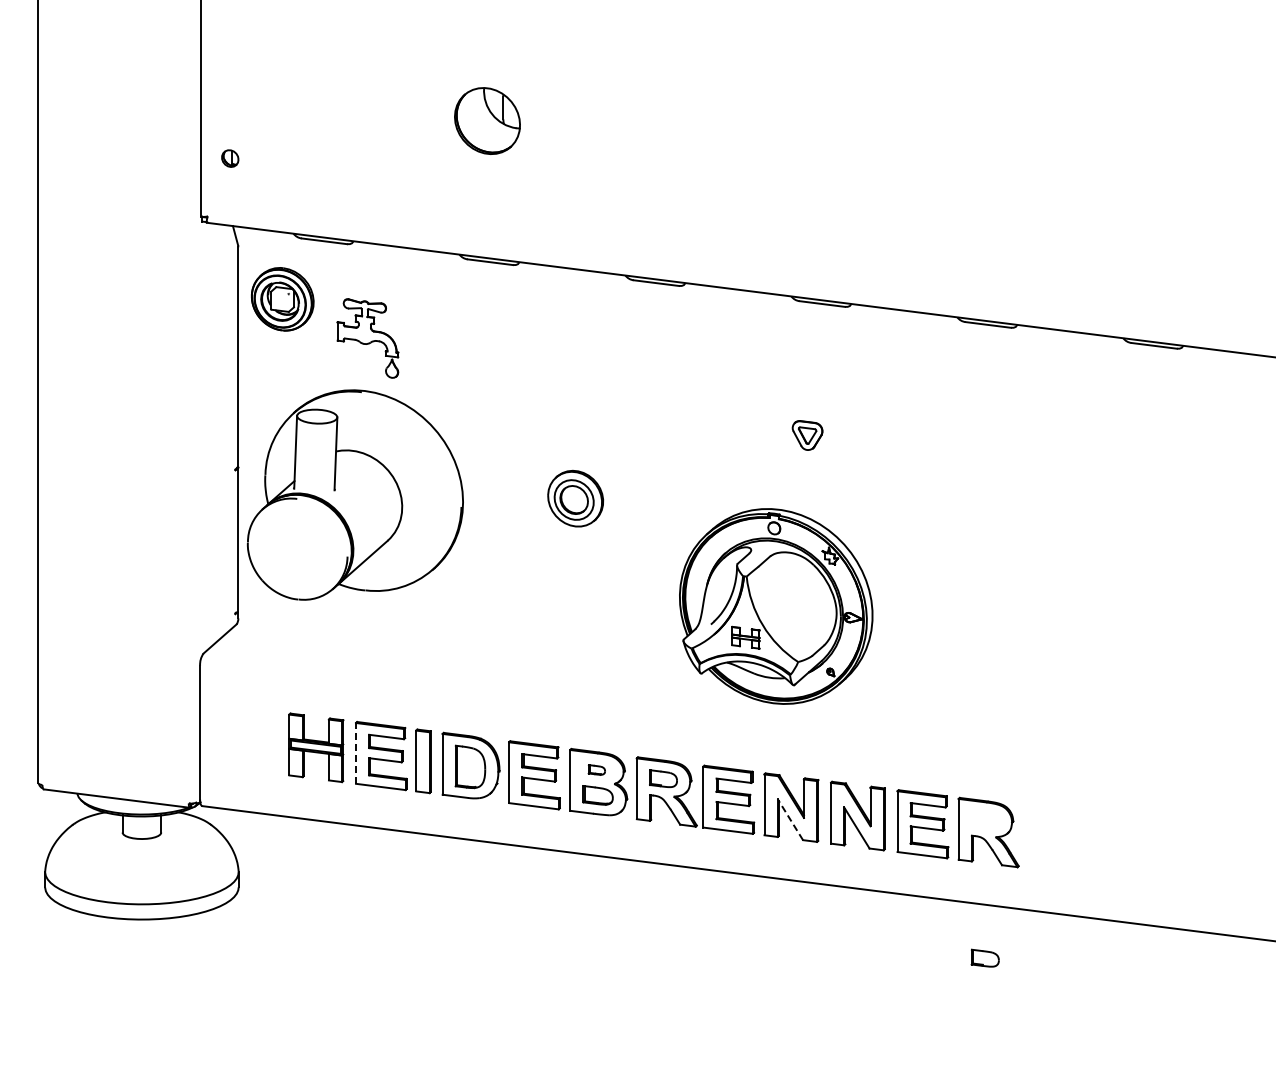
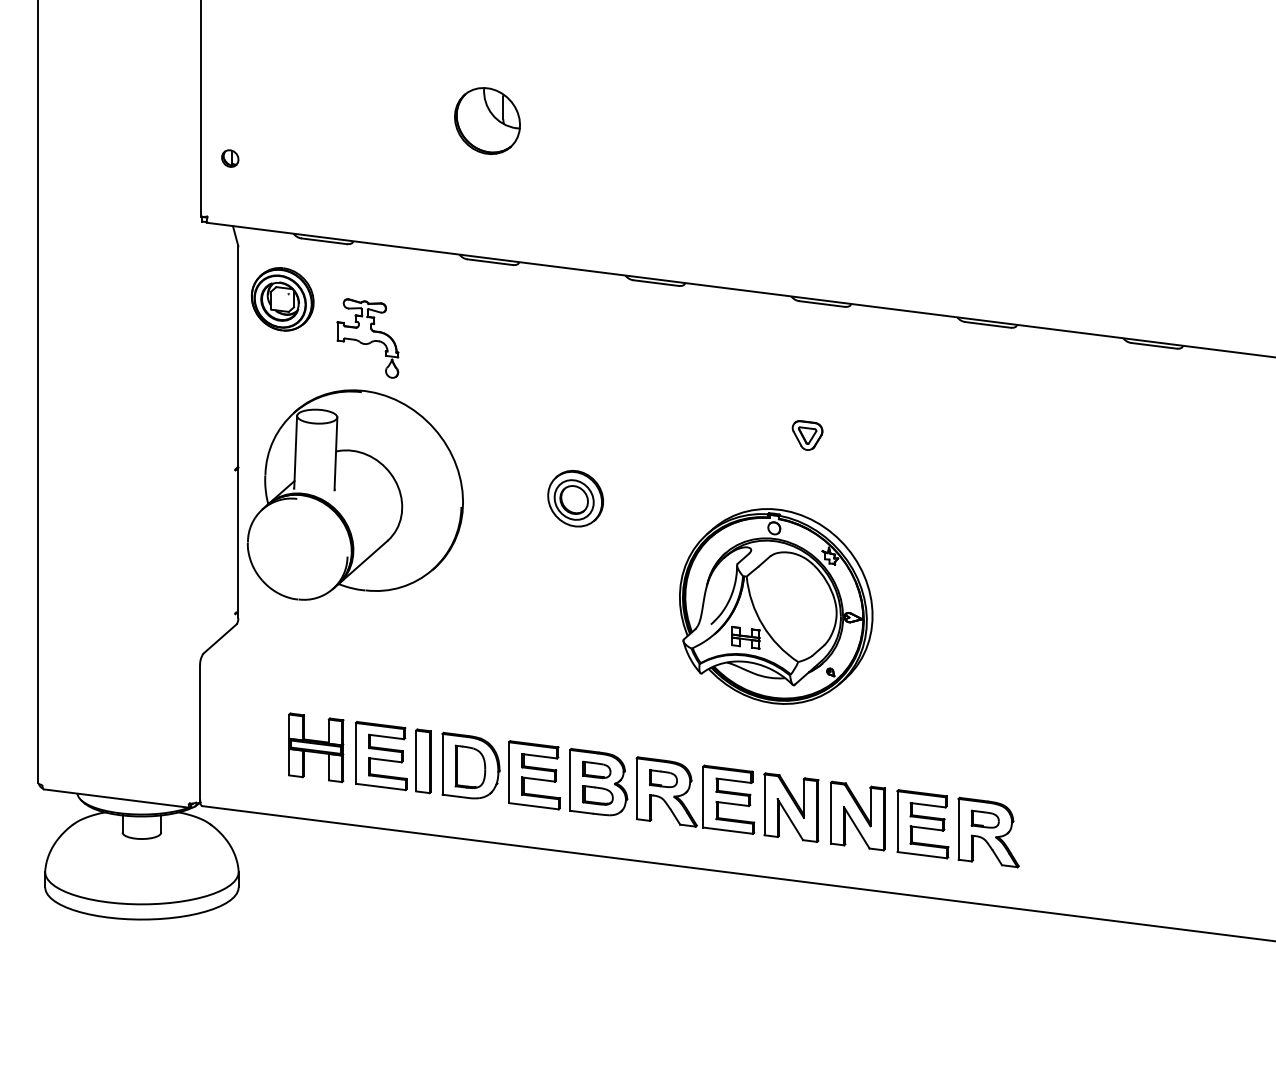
line at (356, 752): dashed -> solid
part at (596, 769) size: 19x12 px -> 30x20 px
line at (790, 819): dashed -> solid
part at (984, 957) position: (984, 957) -> (984, 818)
